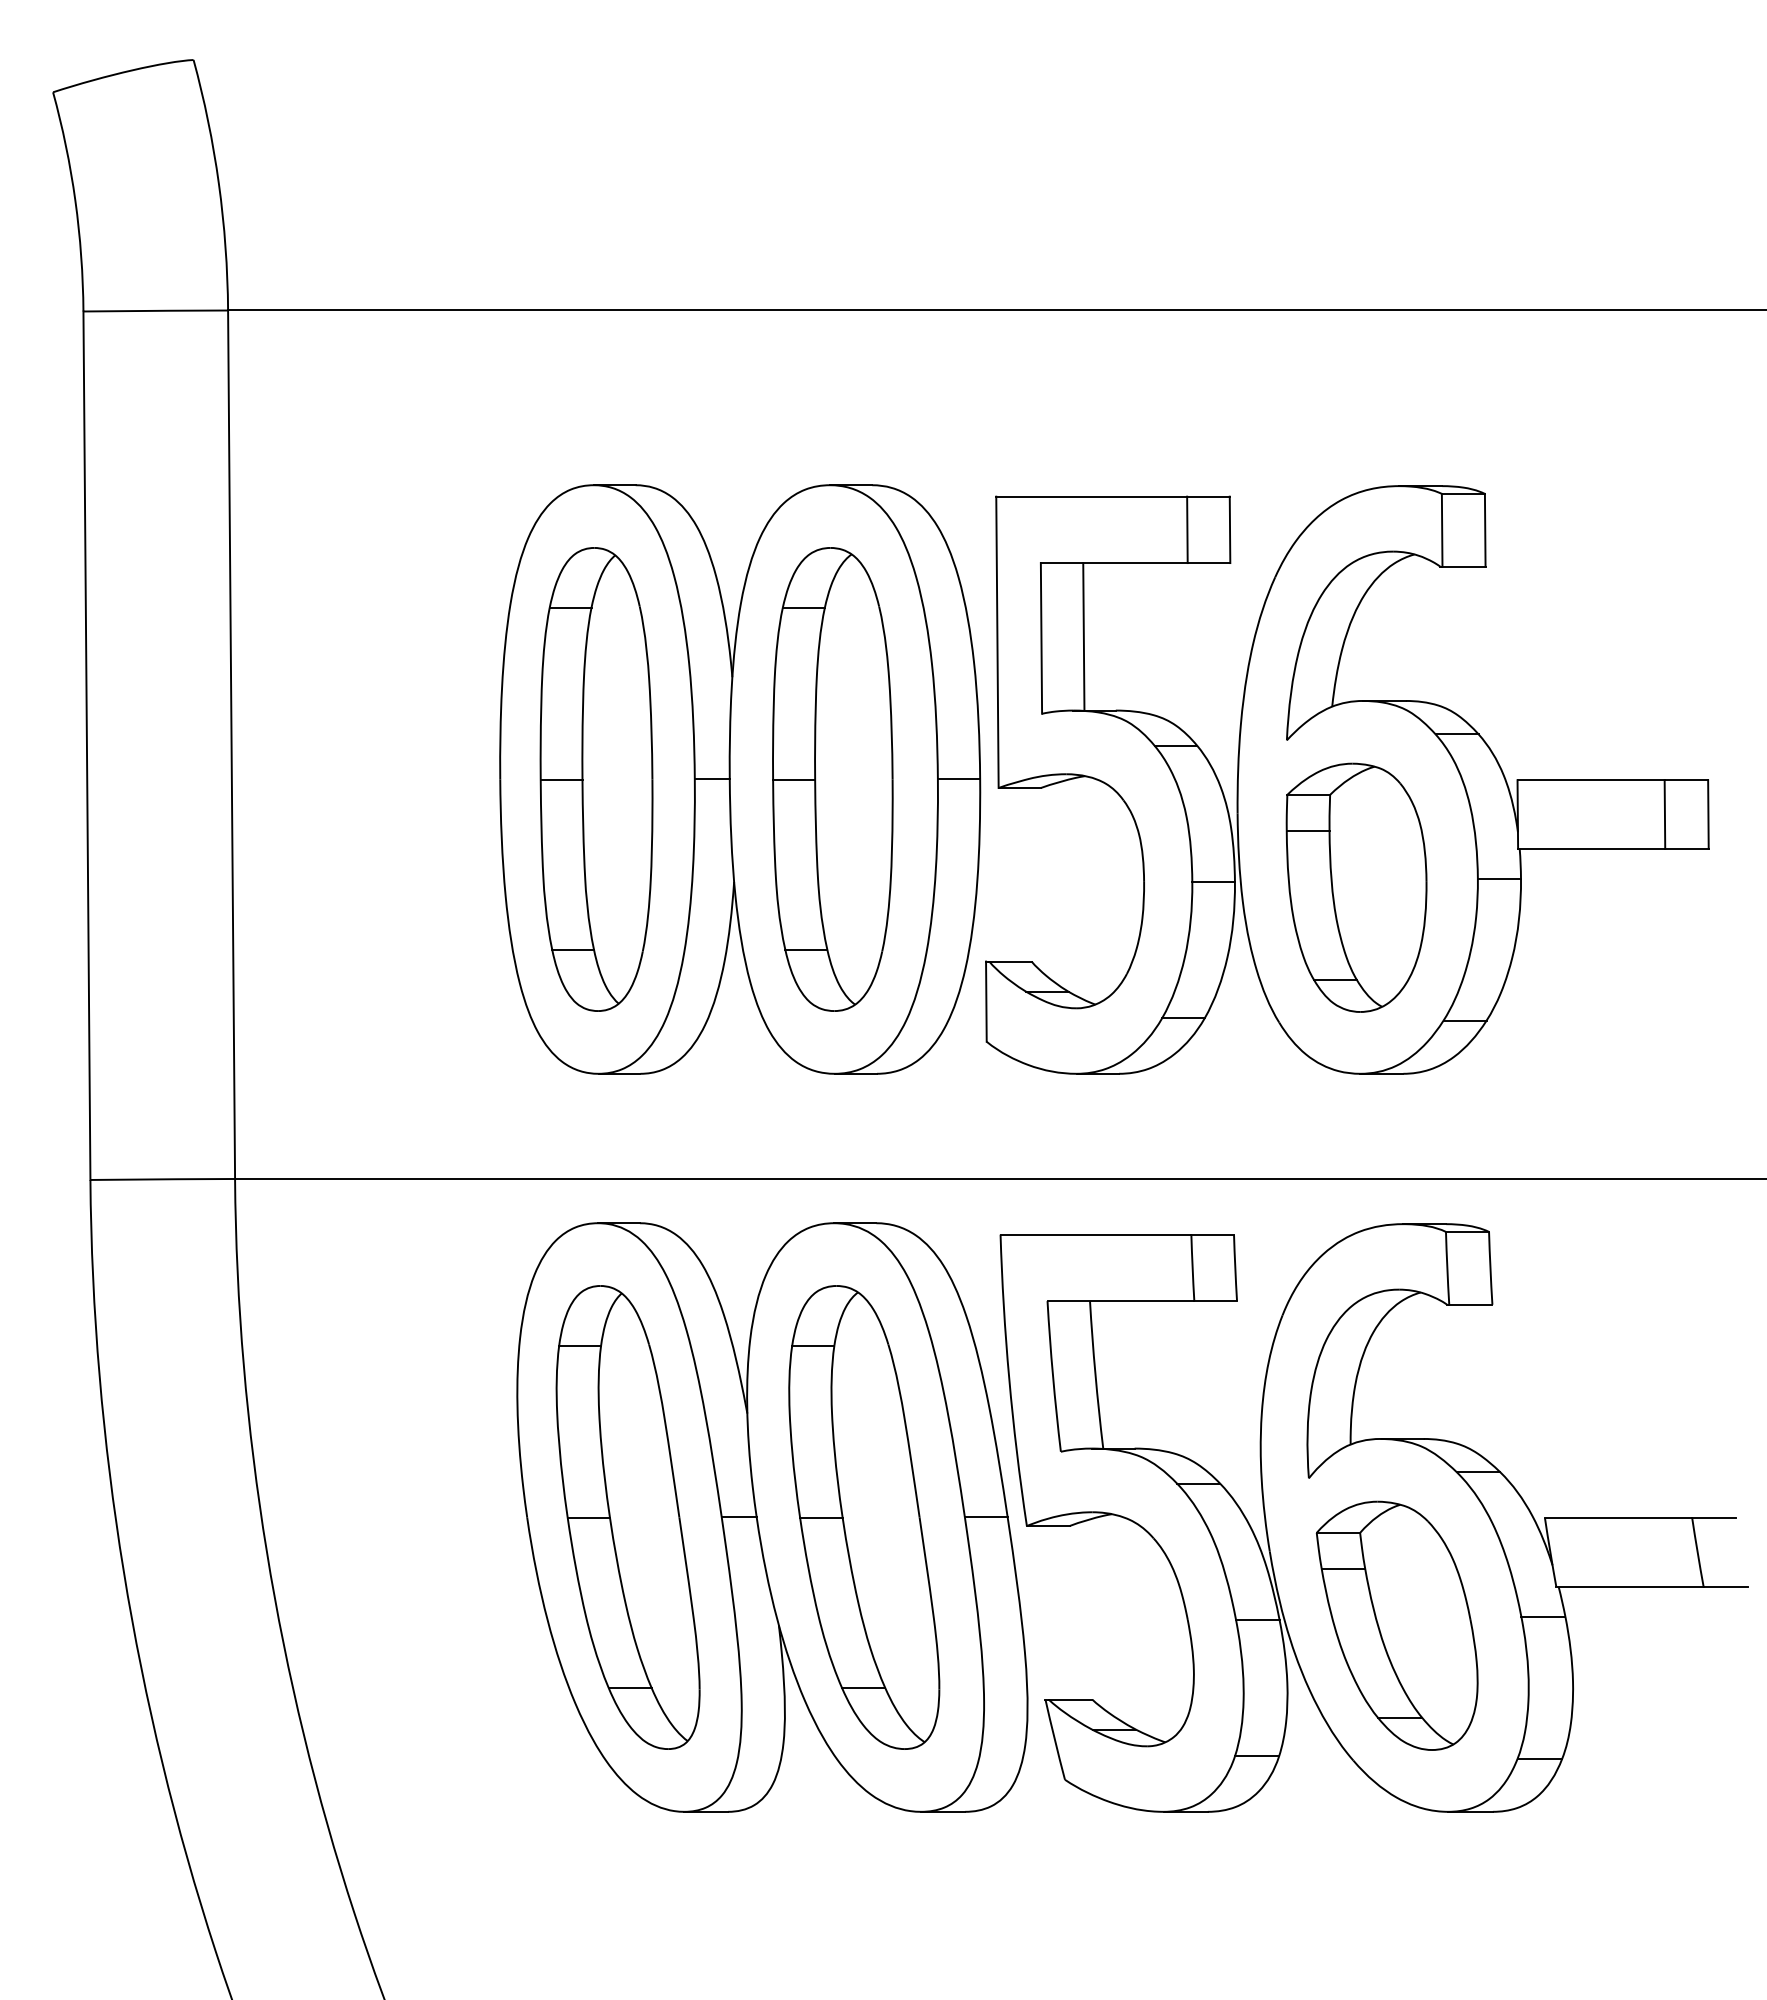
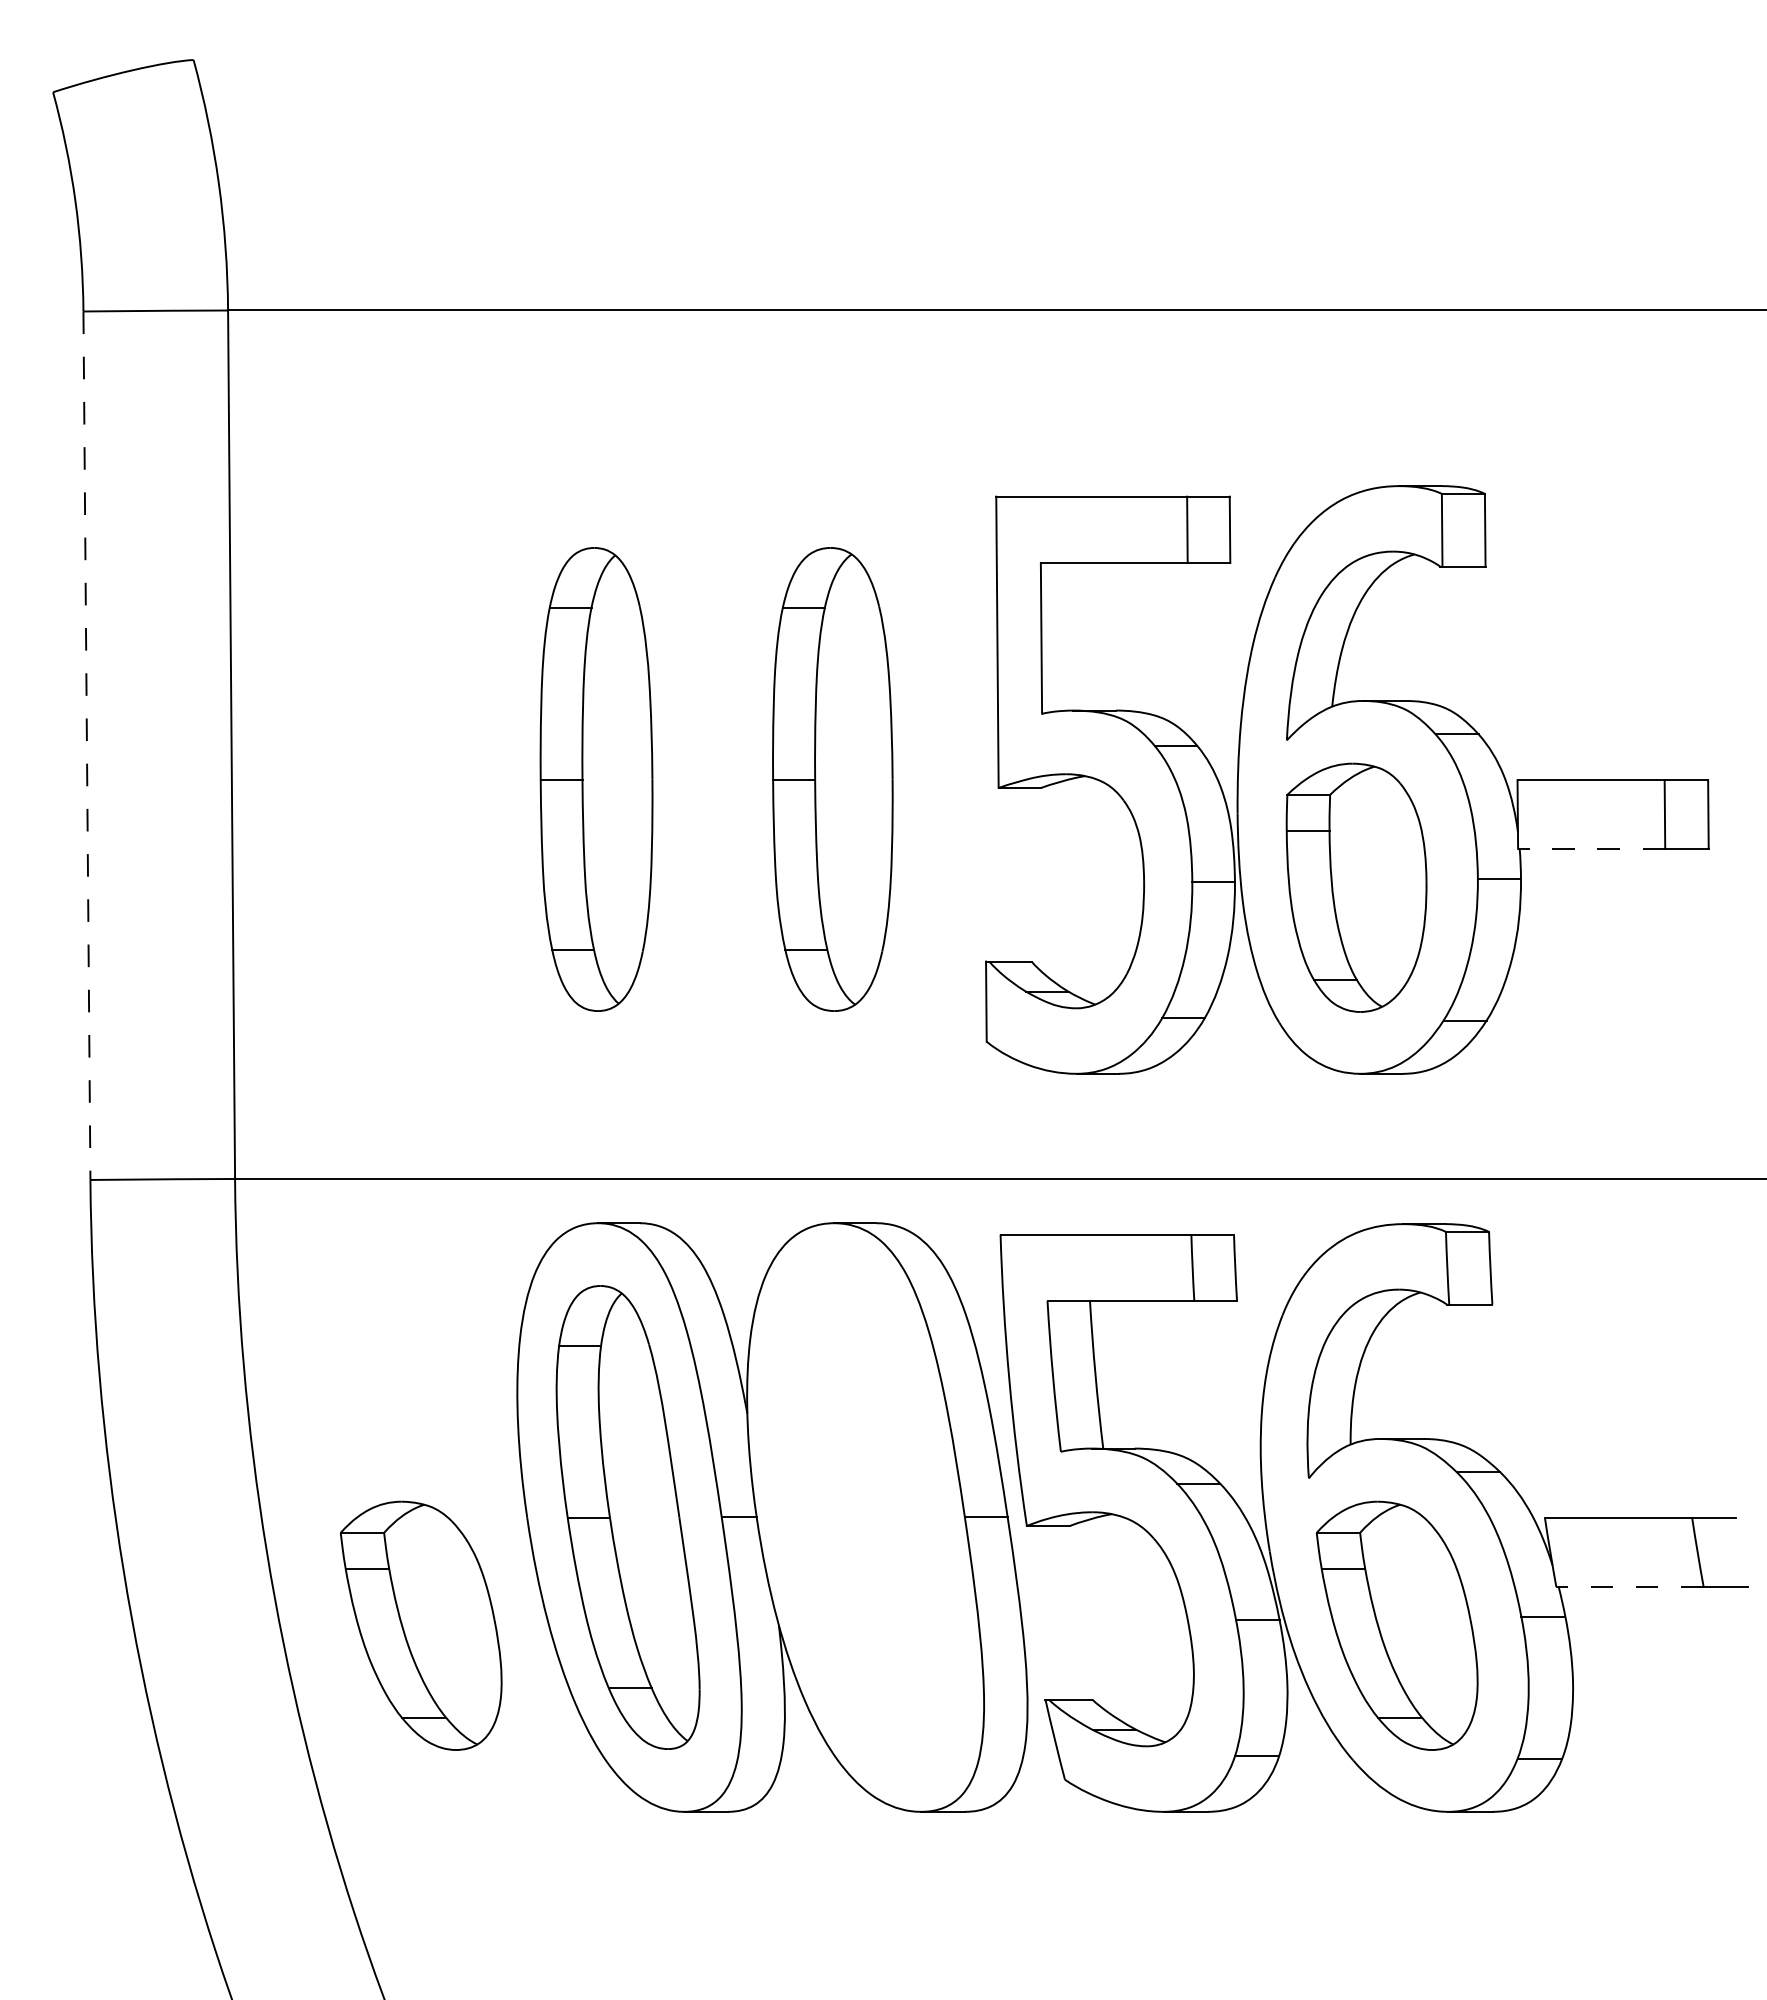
line at (1083, 636): present -> none
line at (86, 746): solid -> dashed
part at (740, 779): present -> none
line at (1591, 848): solid -> dashed
part at (864, 1517): present -> none
line at (1630, 1586): solid -> dashed
part at (420, 1625): none -> present
